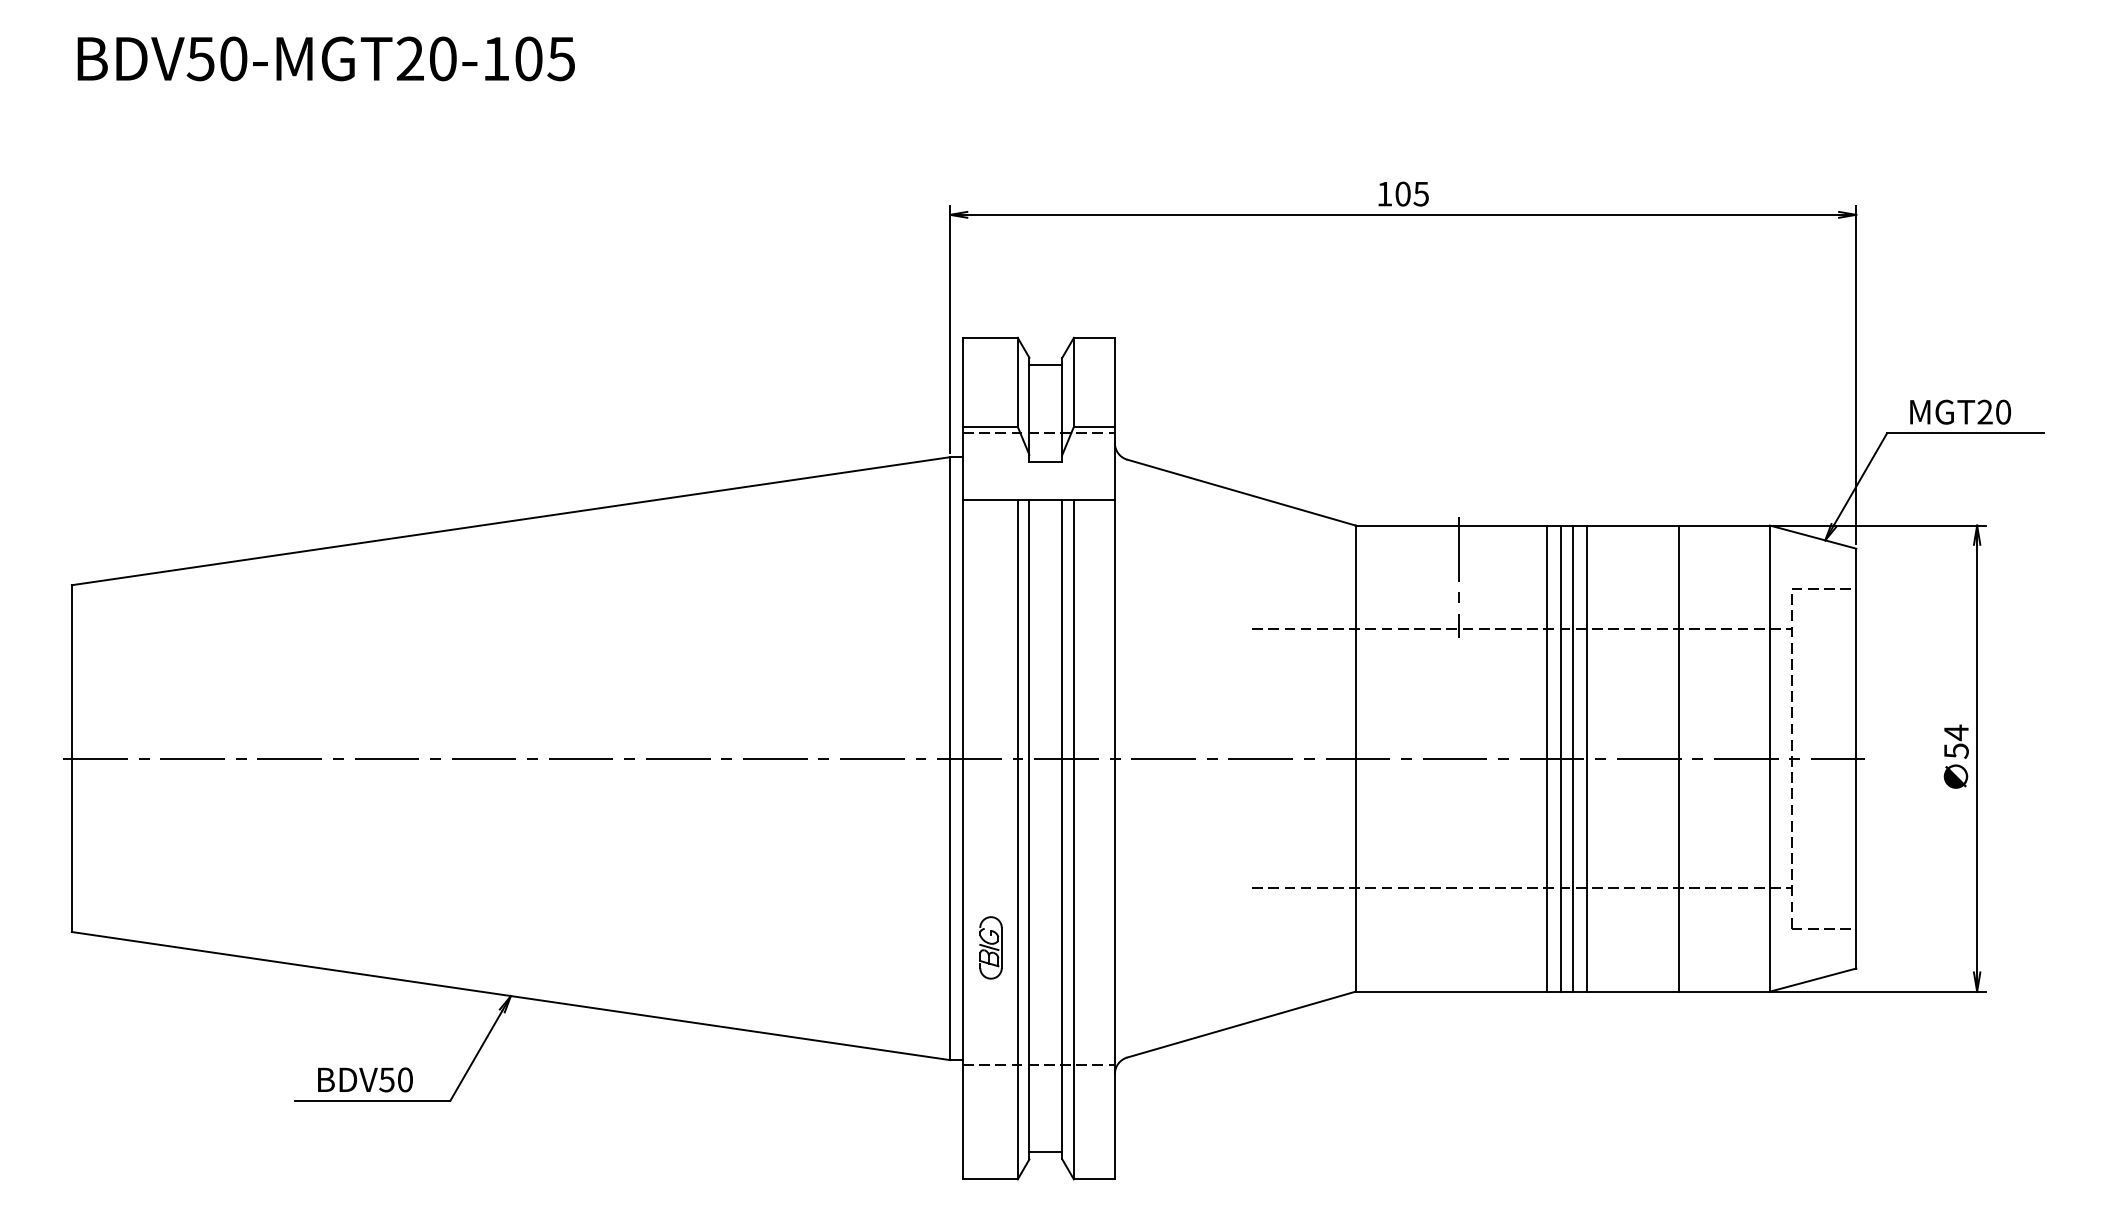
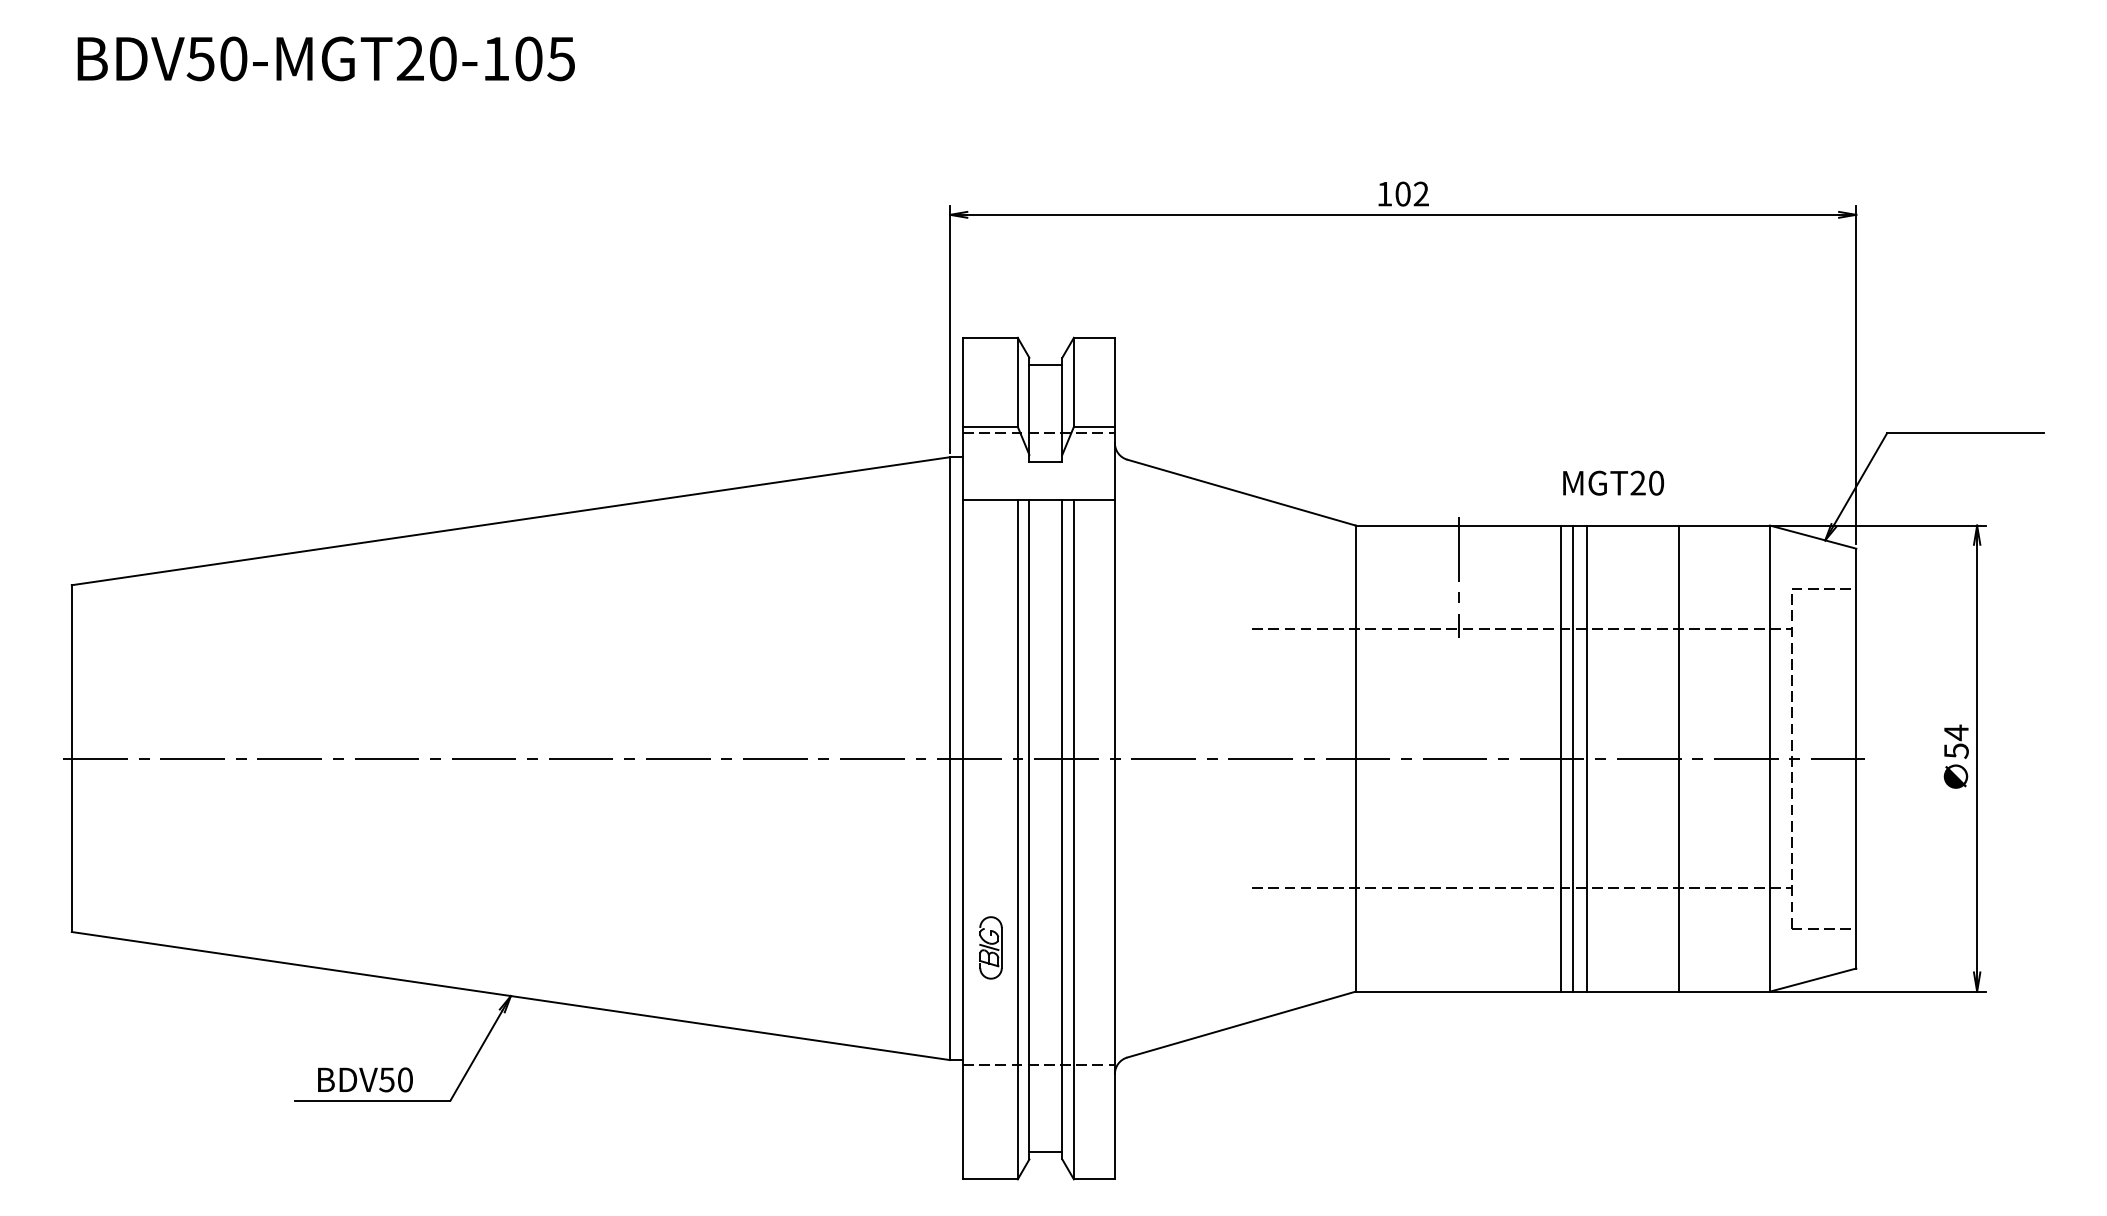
text at (1420, 193): 105 -> 102
text at (1960, 411) position: (1960, 411) -> (1613, 482)
line at (1547, 758): present -> none
